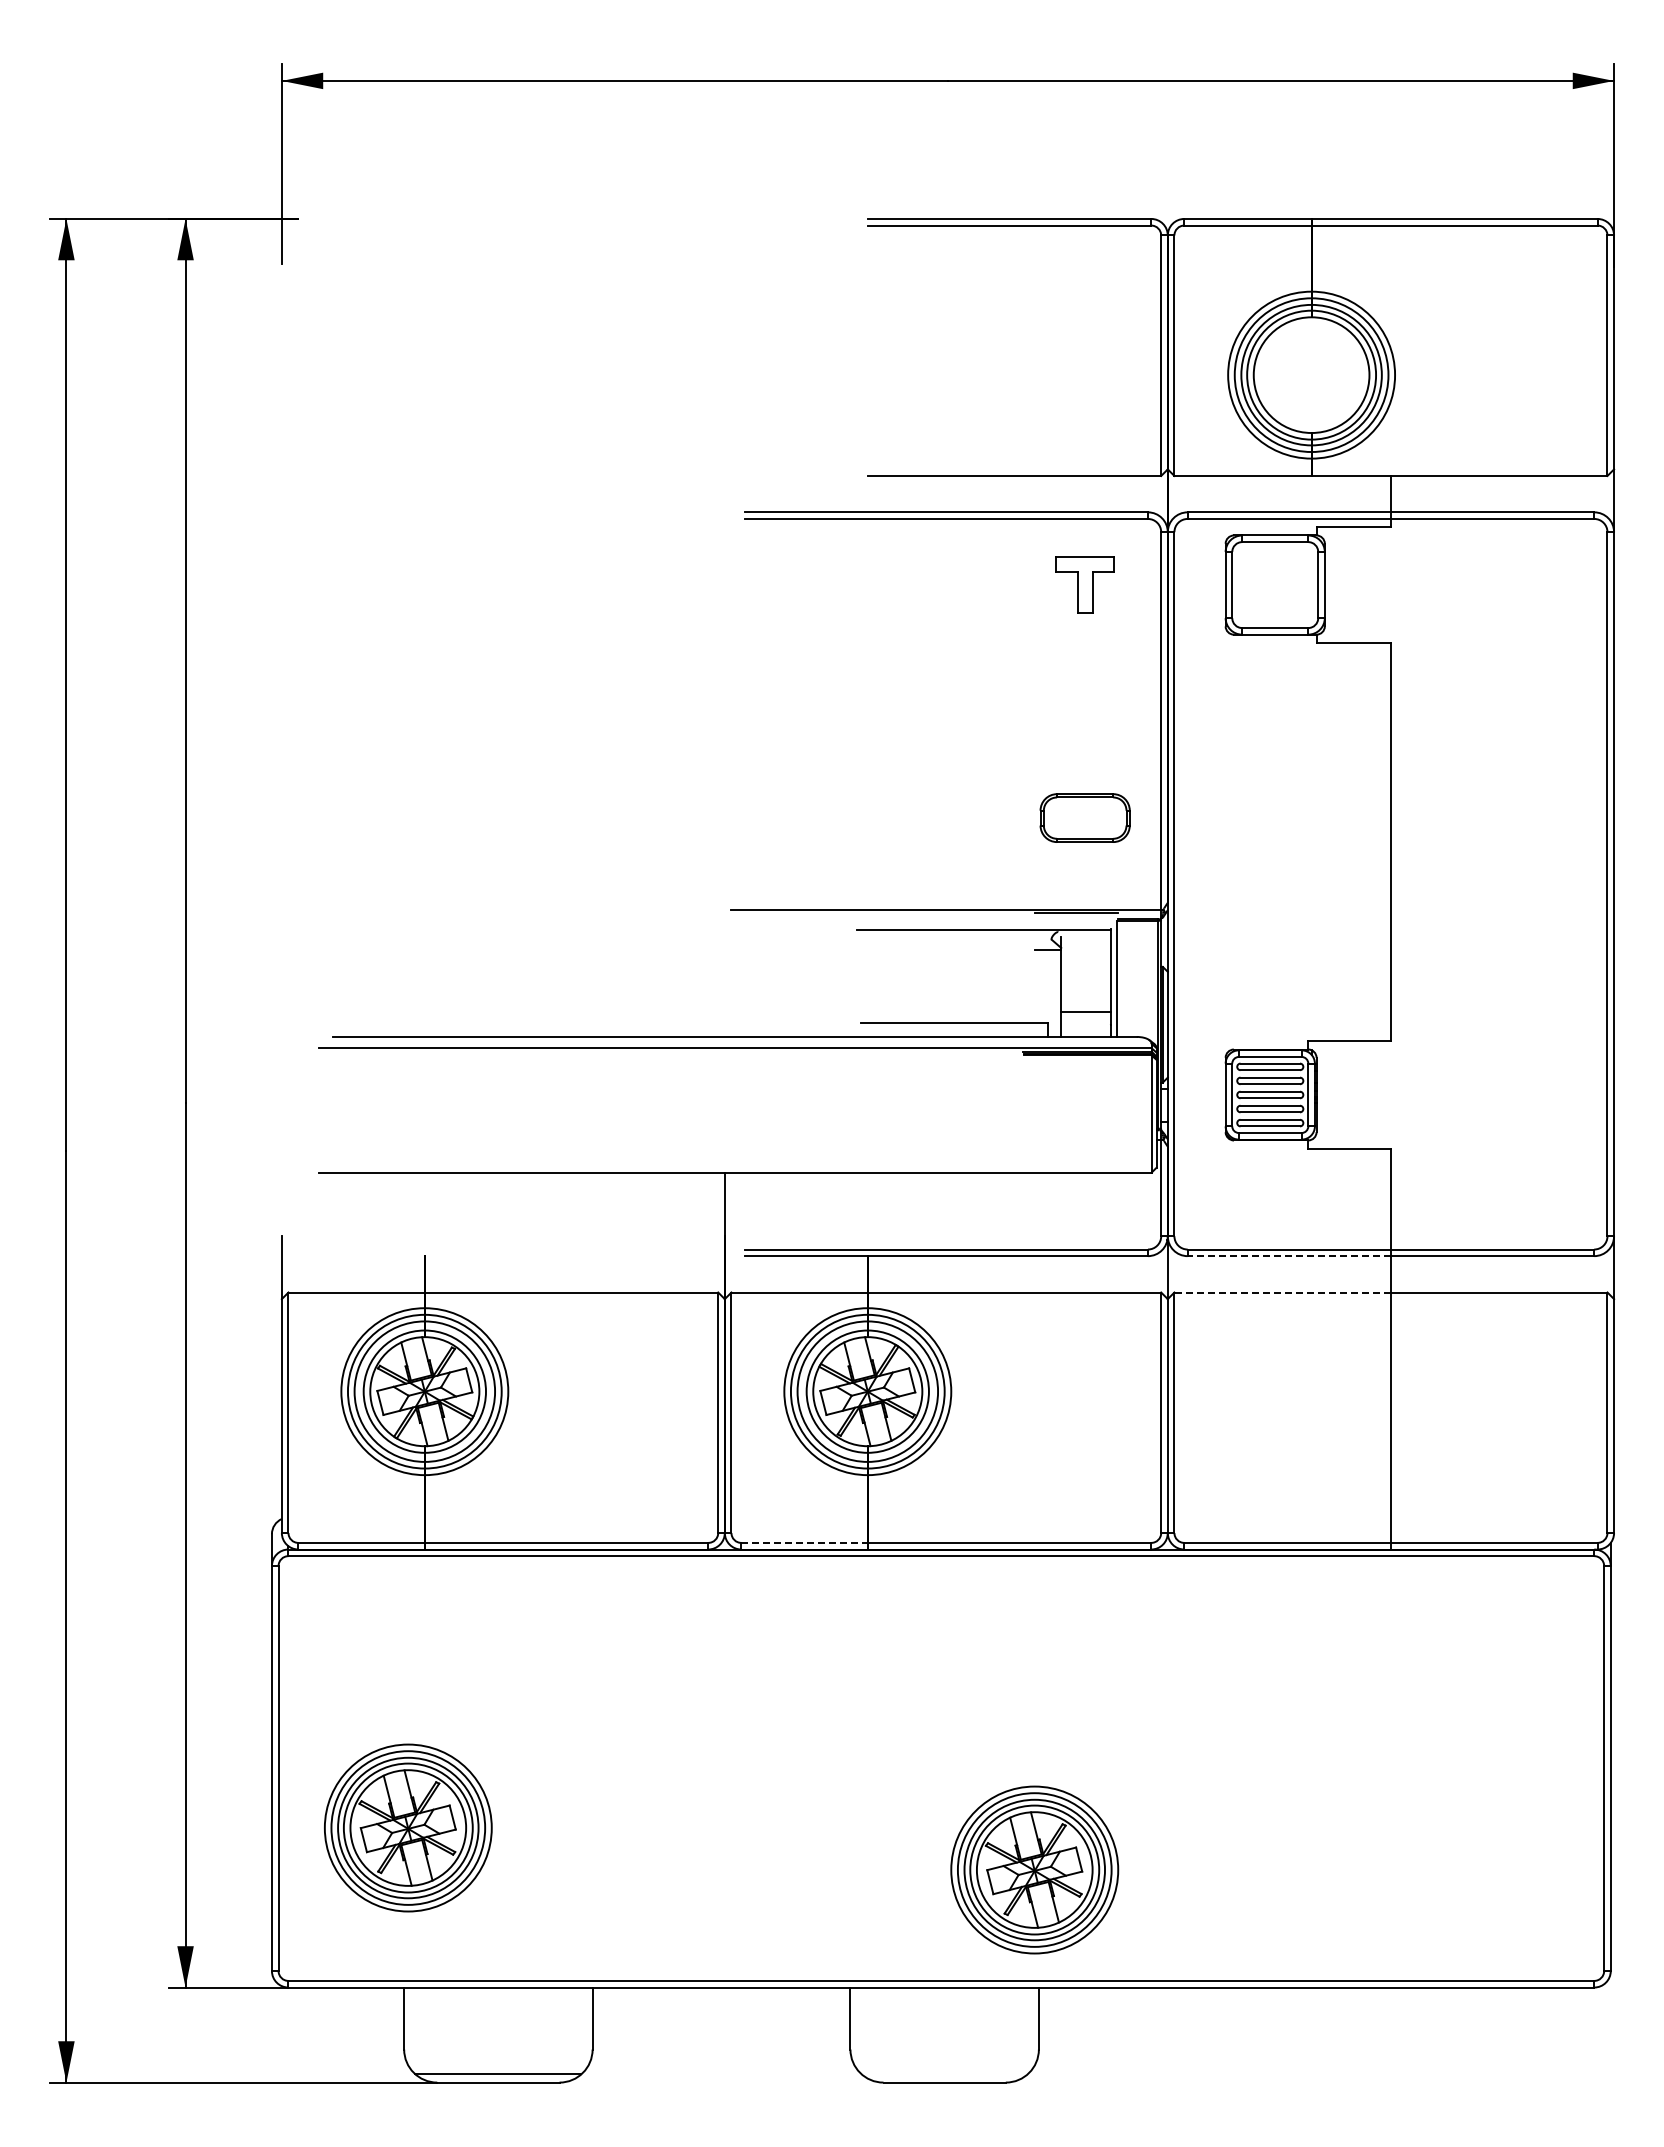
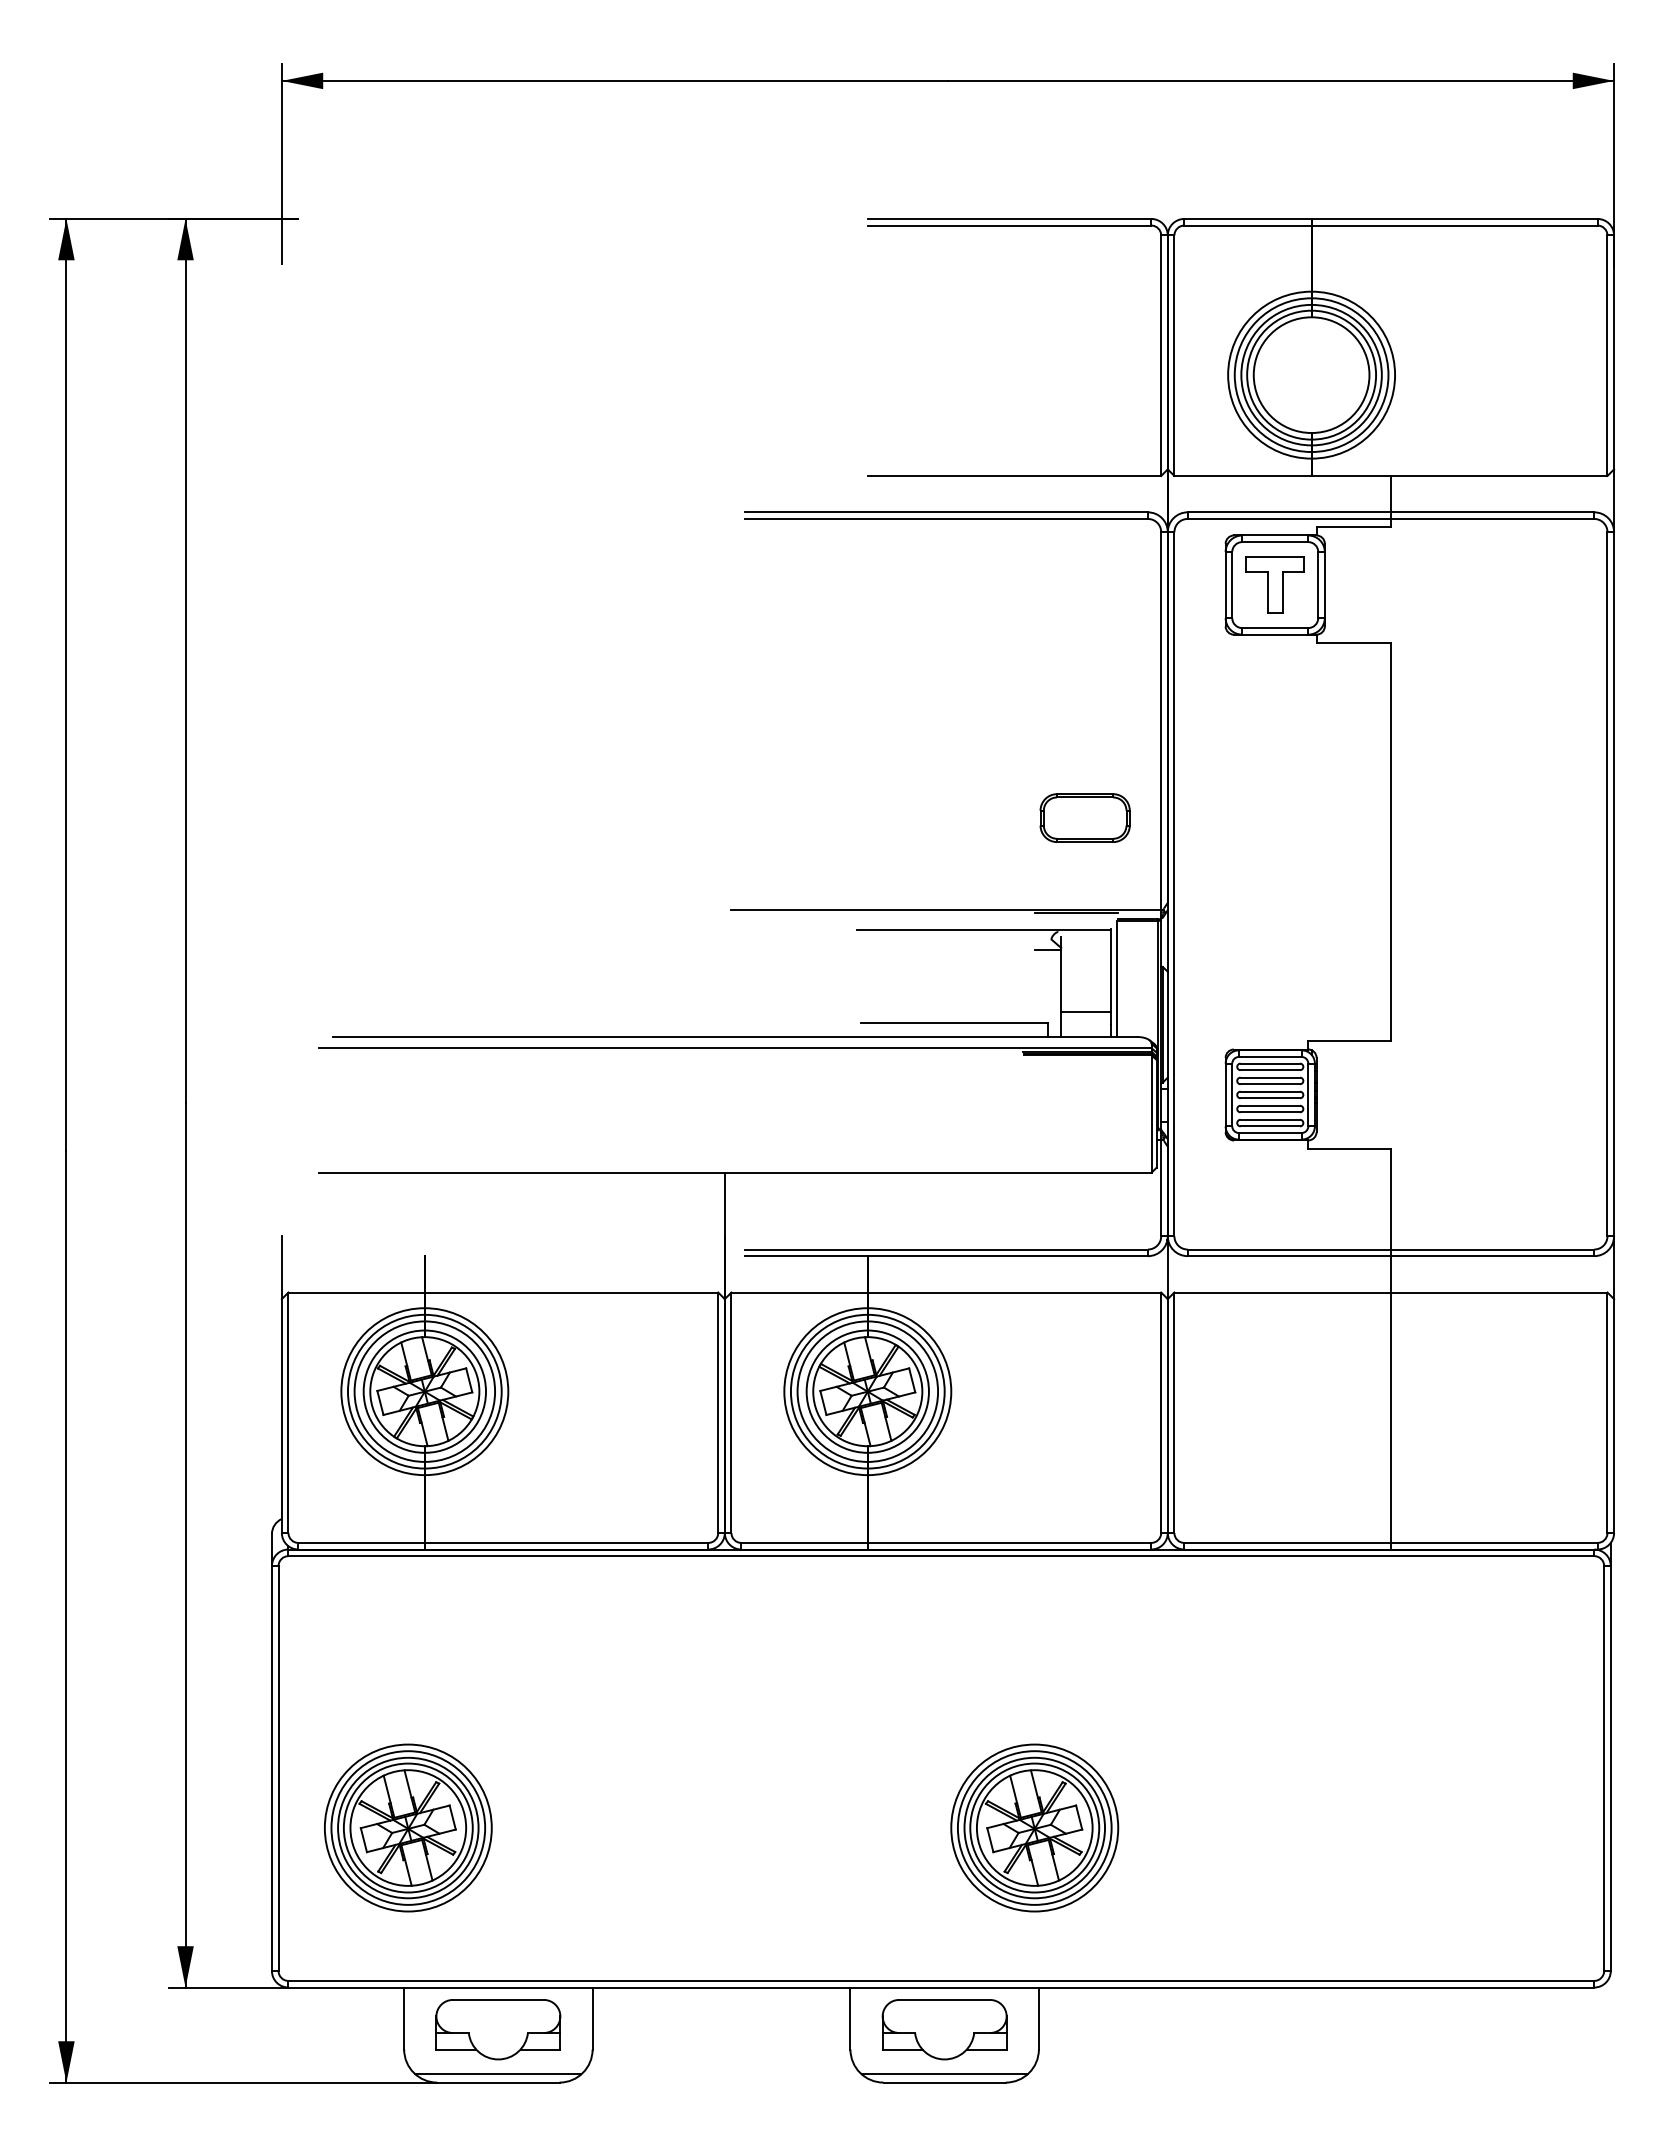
part at (1084, 584) position: (1084, 584) -> (1274, 584)
line at (1289, 1256): dashed -> solid
line at (1282, 1292): dashed -> solid
line at (805, 1542): dashed -> solid
part at (1034, 1869) position: (1034, 1869) -> (1034, 1827)
part at (498, 2029): none -> present
part at (944, 2029): none -> present
line at (944, 2074): none -> present
